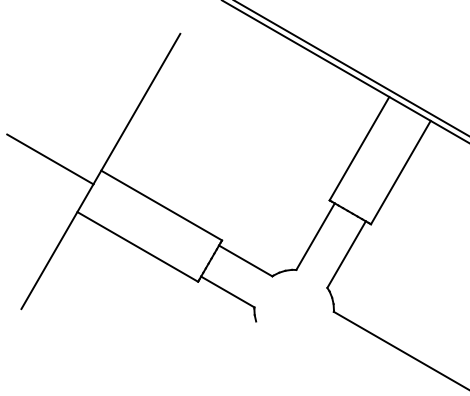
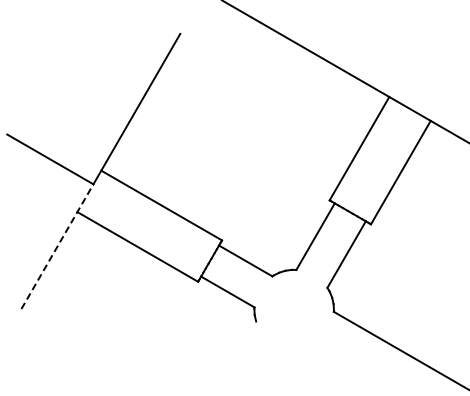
line at (351, 68): present -> none
line at (57, 246): solid -> dashed
